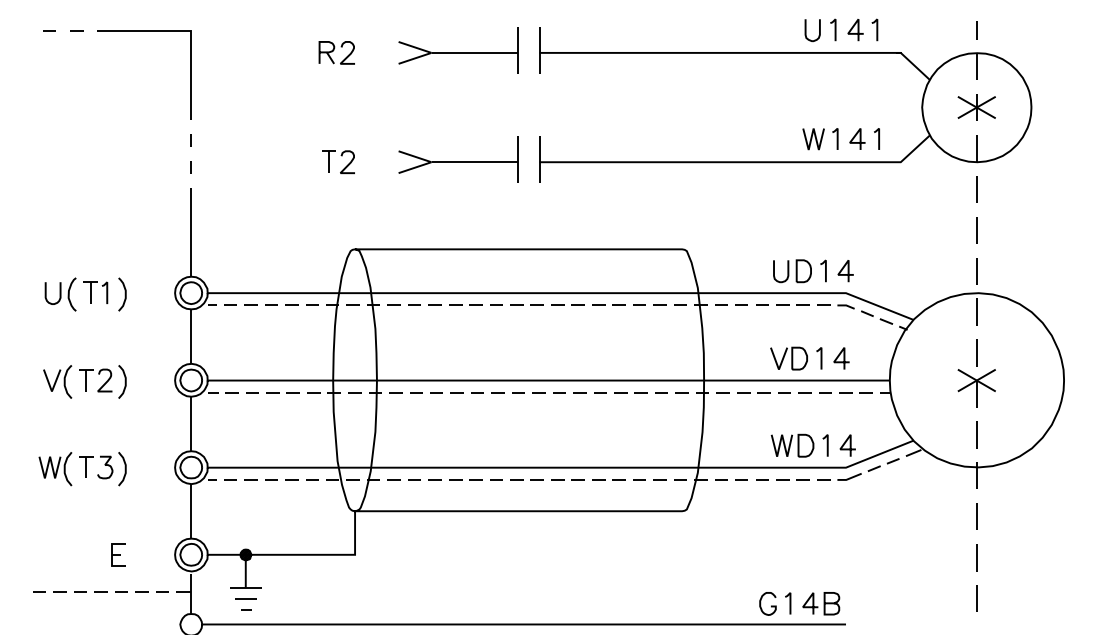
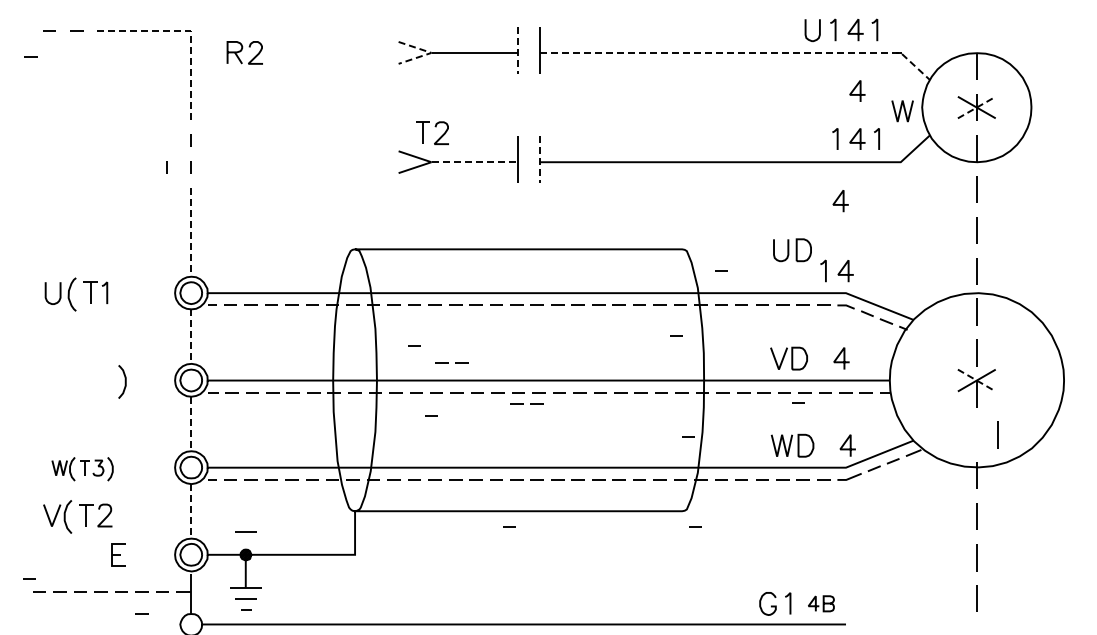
line at (976, 30): present -> none
line at (189, 31): solid -> dashed
line at (517, 50): solid -> dashed
part at (336, 52) position: (336, 52) -> (244, 52)
line at (431, 52): solid -> dashed
line at (741, 52): solid -> dashed
line at (30, 56): none -> present
line at (859, 90): none -> present
line at (976, 107): solid -> dashed
line at (812, 138) position: (812, 138) -> (901, 110)
part at (341, 156) position: (341, 156) -> (435, 127)
line at (539, 159): solid -> dashed
line at (474, 162): solid -> dashed
line at (166, 167): none -> present
line at (842, 201): none -> present
line at (191, 232): solid -> dashed
line at (721, 270): none -> present
part at (792, 271) position: (792, 271) -> (792, 250)
curve at (124, 294): present -> none
line at (676, 335): none -> present
line at (191, 337): solid -> dashed
line at (414, 345): none -> present
line at (820, 358): present -> none
line at (448, 362): none -> present
line at (976, 380): solid -> dashed
part at (85, 381) position: (85, 381) -> (85, 516)
line at (798, 402): none -> present
line at (523, 403): none -> present
line at (431, 415): none -> present
line at (191, 424): solid -> dashed
line at (976, 434) position: (976, 434) -> (997, 434)
line at (688, 436): none -> present
line at (826, 445): present -> none
part at (82, 469) size: 89x35 px -> 63x25 px
line at (191, 511): solid -> dashed
line at (509, 526): none -> present
line at (695, 526): none -> present
line at (245, 531): none -> present
line at (29, 578): none -> present
part at (821, 603) size: 39x24 px -> 27x18 px
line at (141, 613): none -> present
